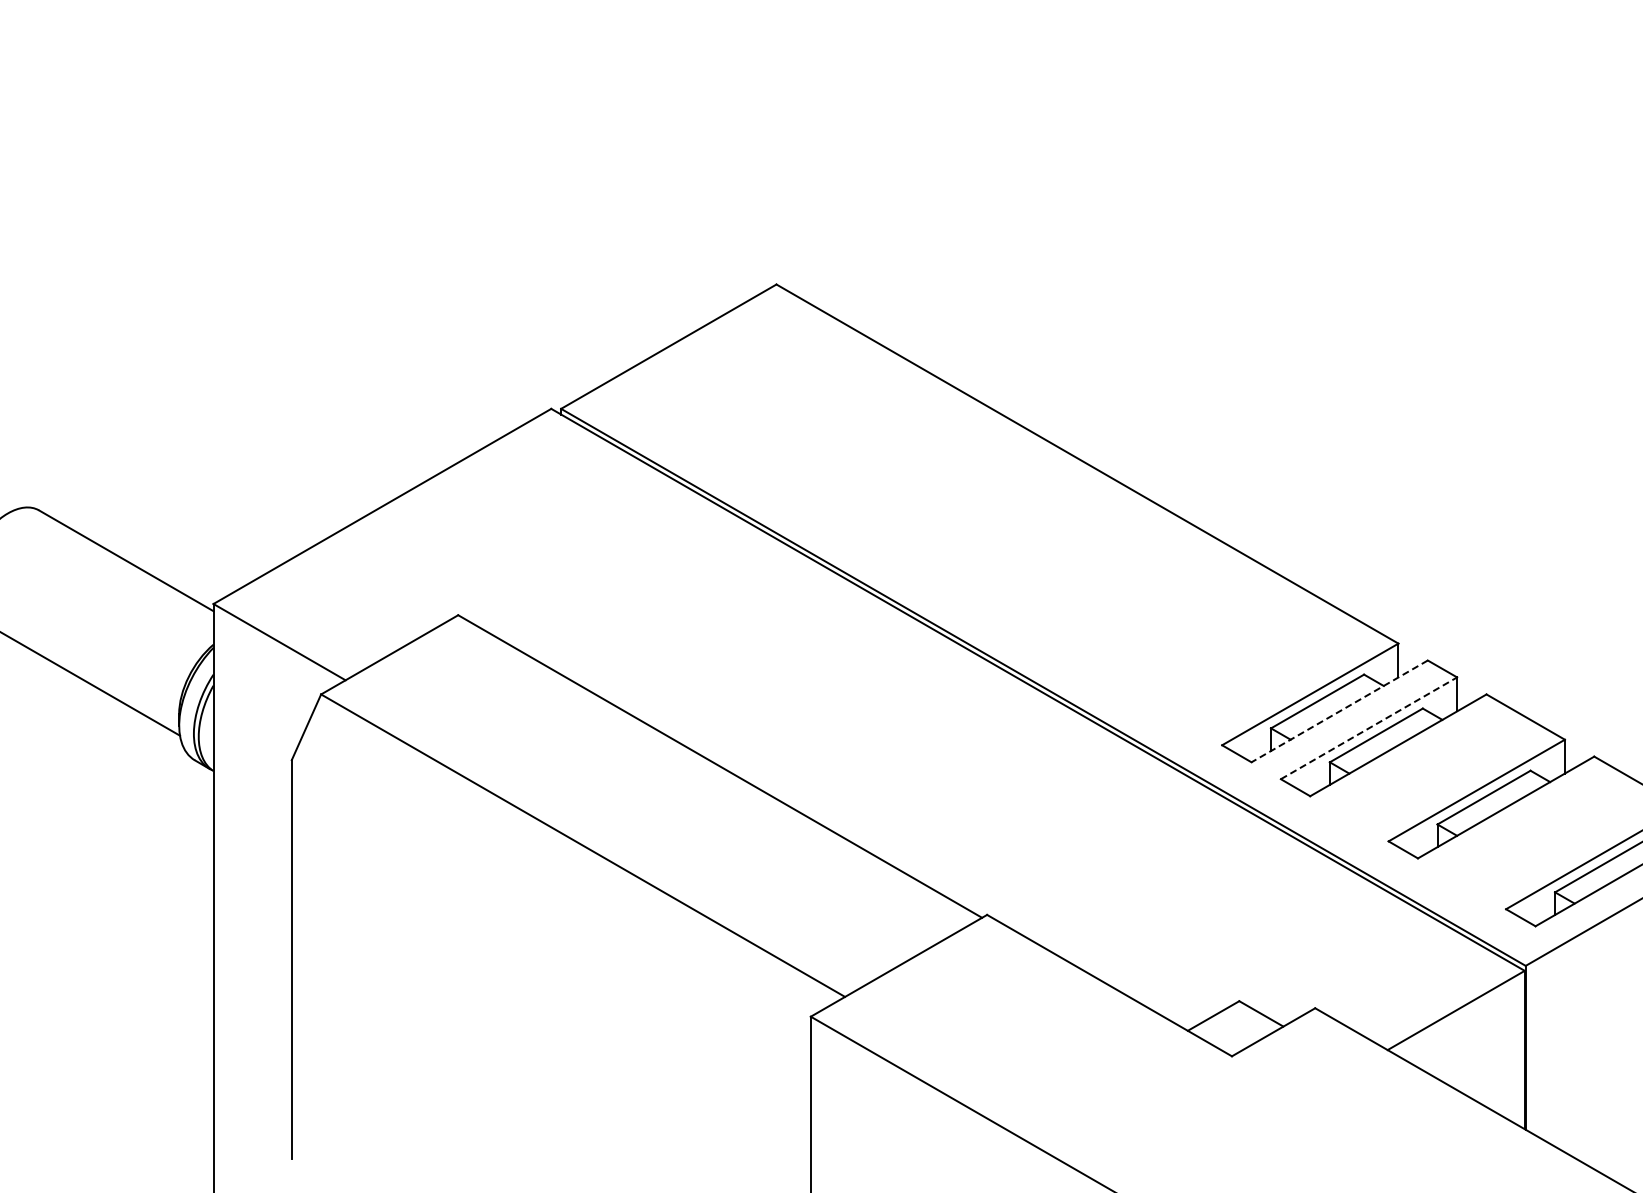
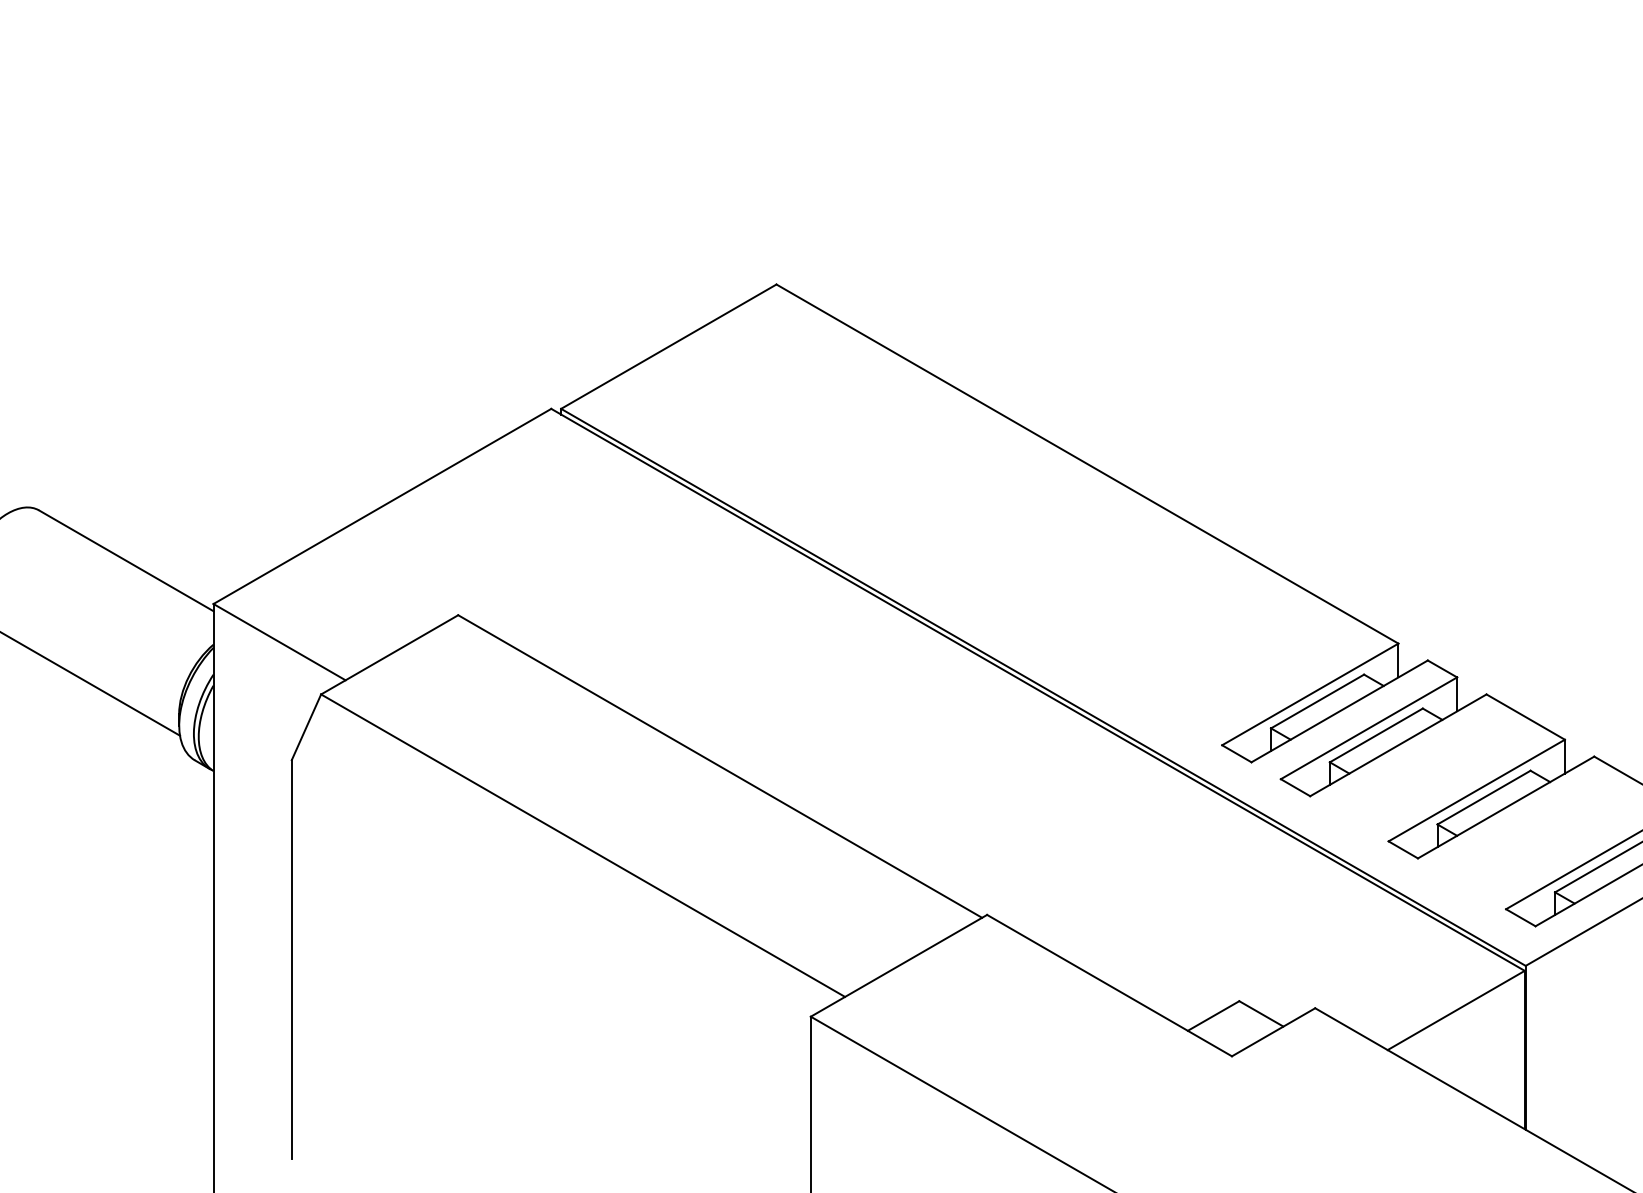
line at (1339, 711): dashed -> solid
line at (1369, 728): dashed -> solid
